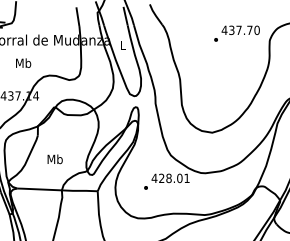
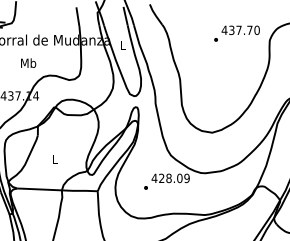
text at (23, 62) position: (23, 62) -> (28, 62)
text at (54, 159): Mb -> L
text at (186, 178): 428.01 -> 428.09
